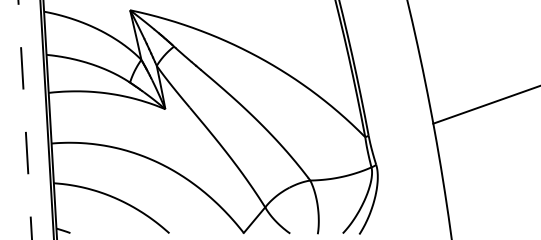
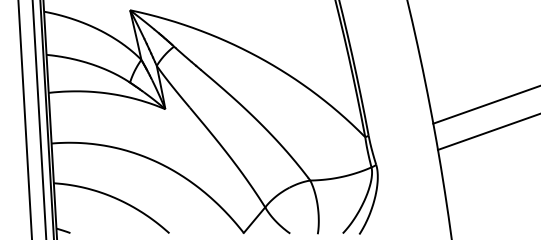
line at (25, 119): dashed -> solid
line at (39, 119): none -> present
line at (487, 131): none -> present
